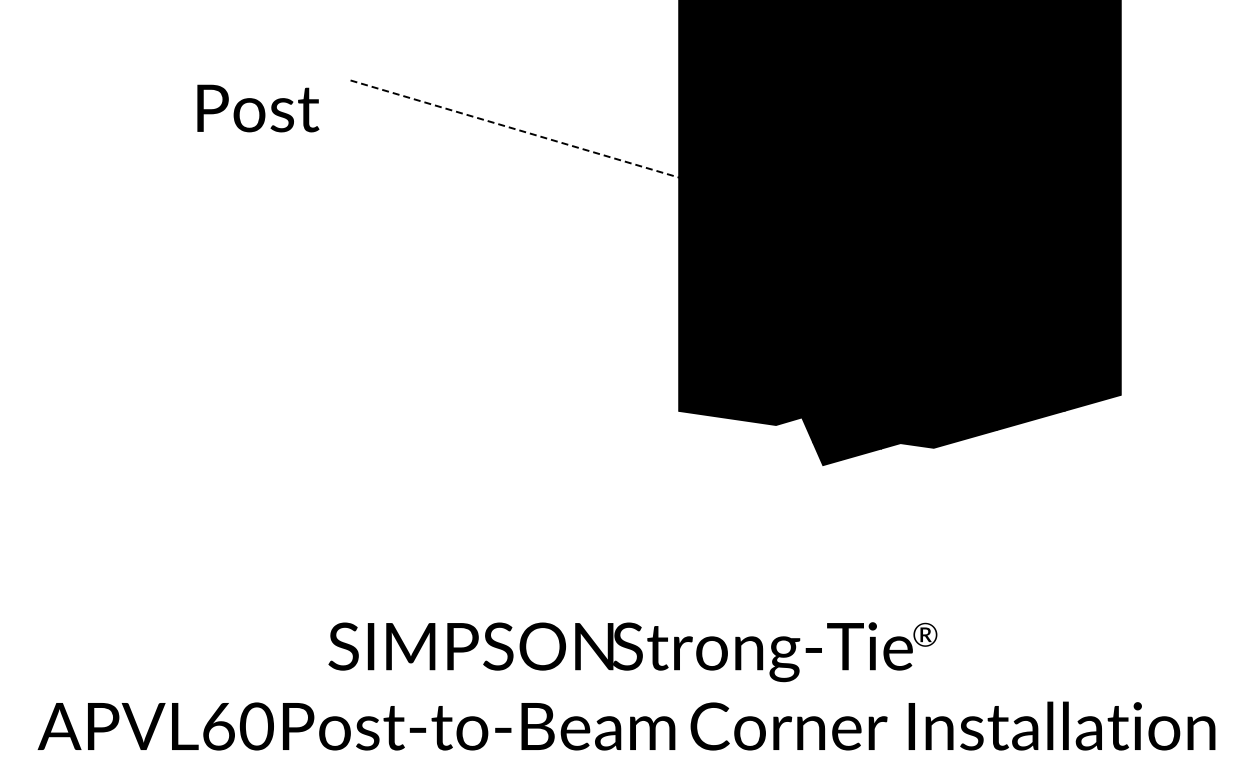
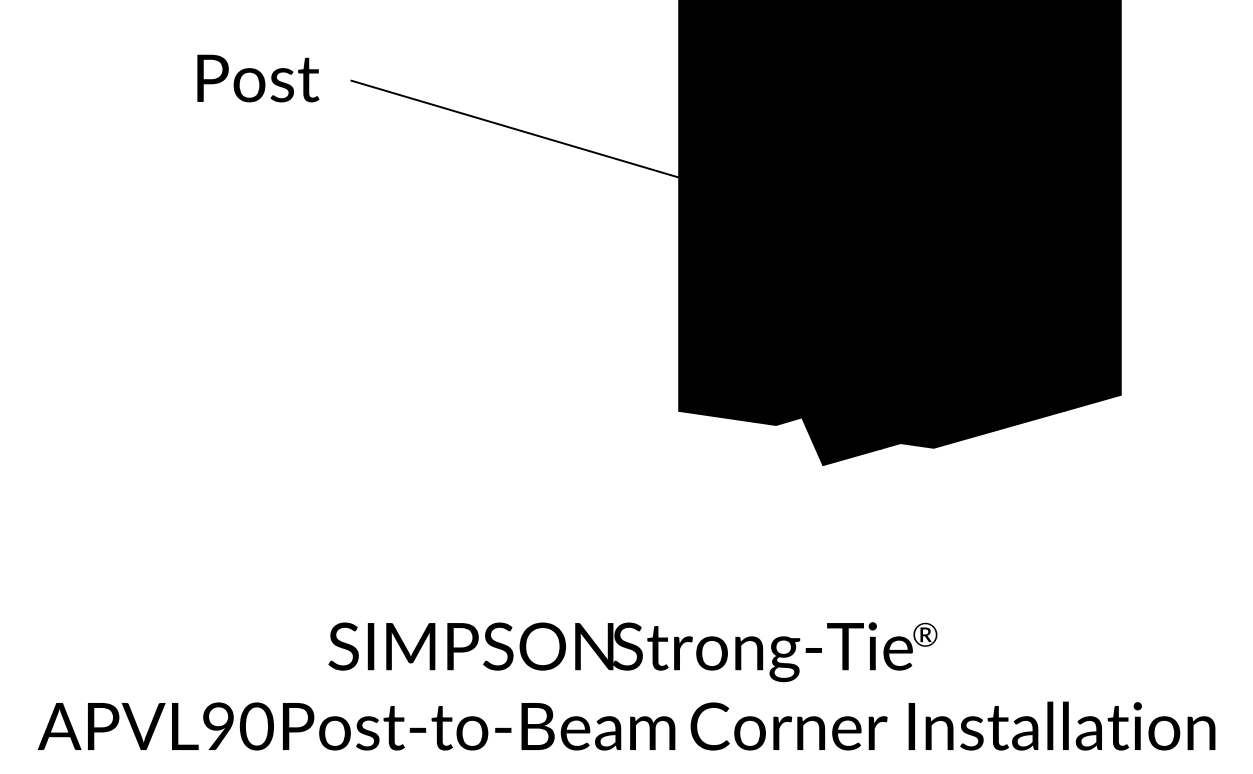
text at (258, 108) position: (258, 108) -> (258, 78)
line at (517, 129): dashed -> solid
text at (218, 726): APVL60 -> APVL90
